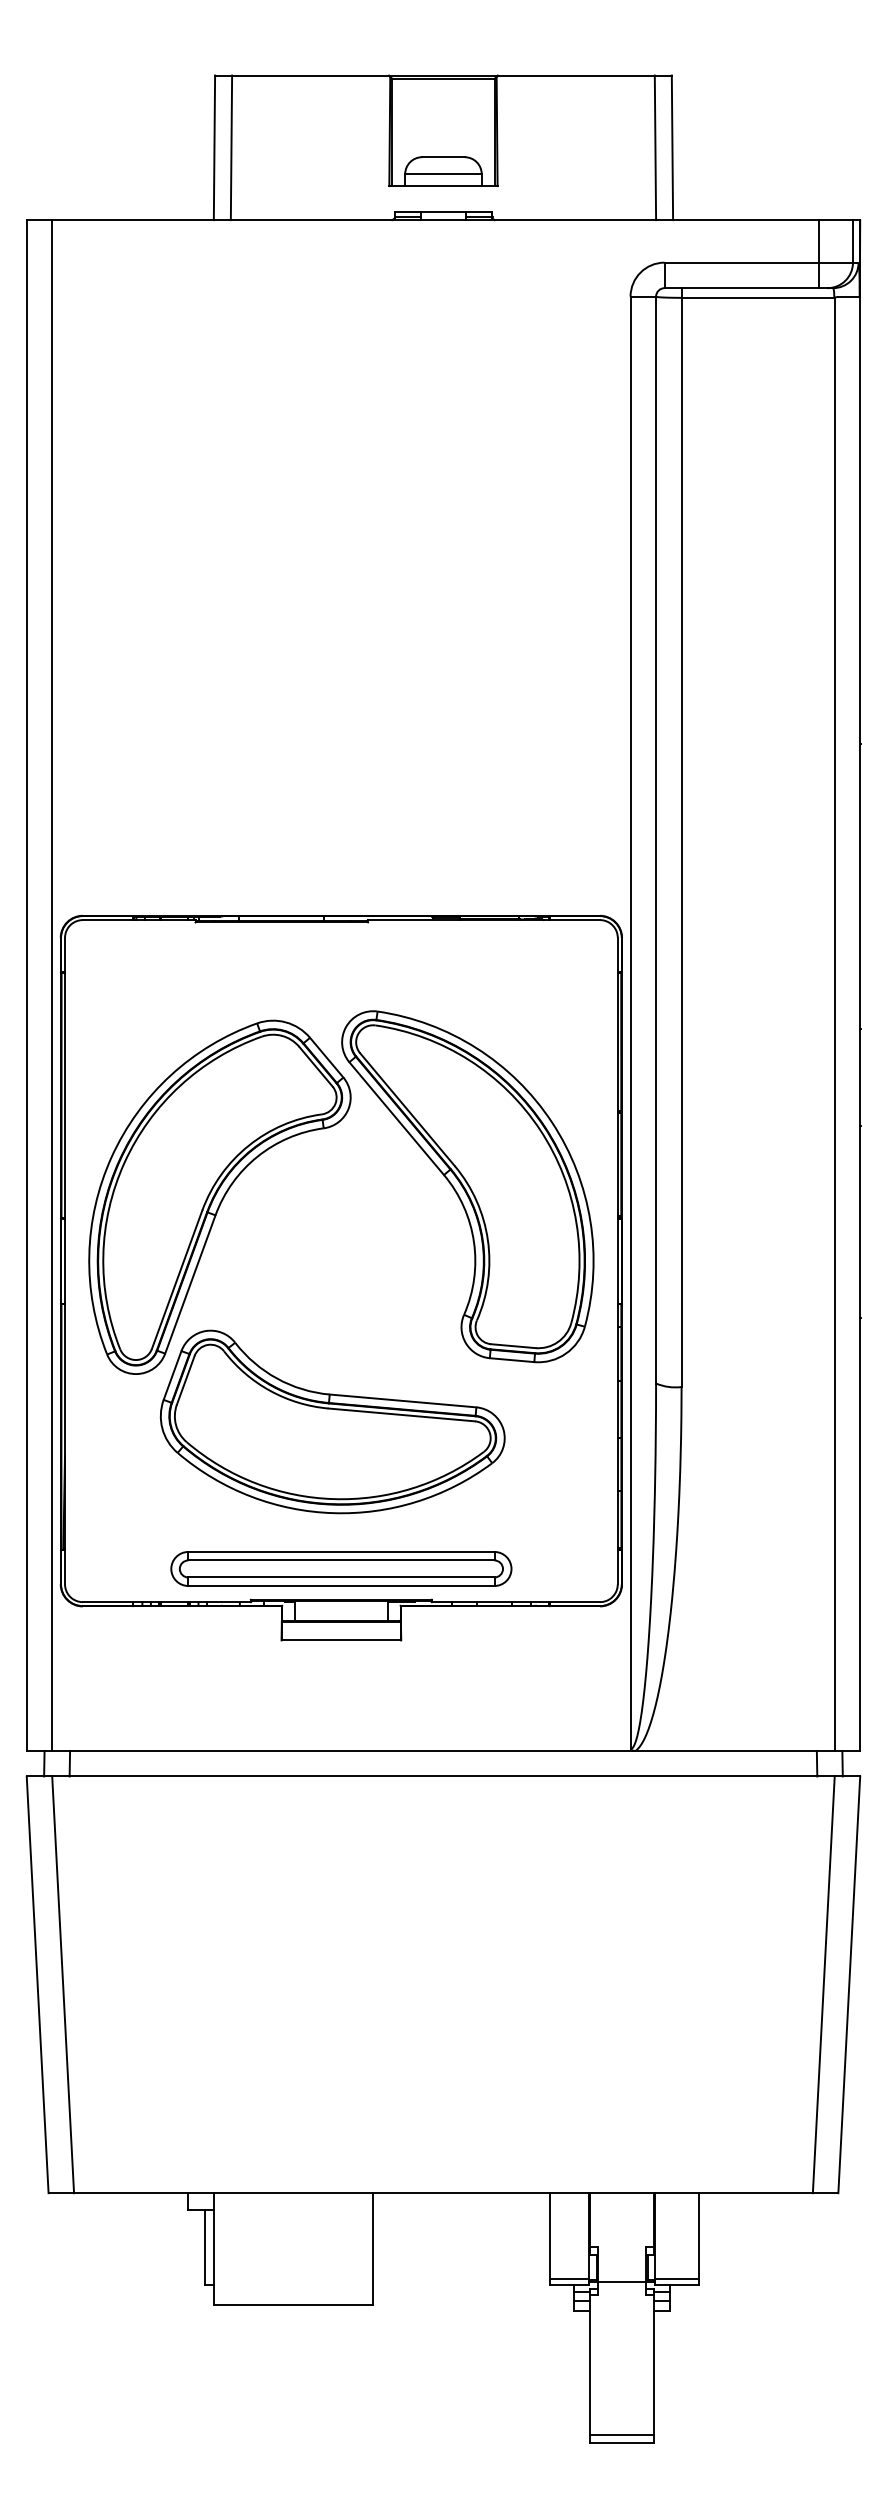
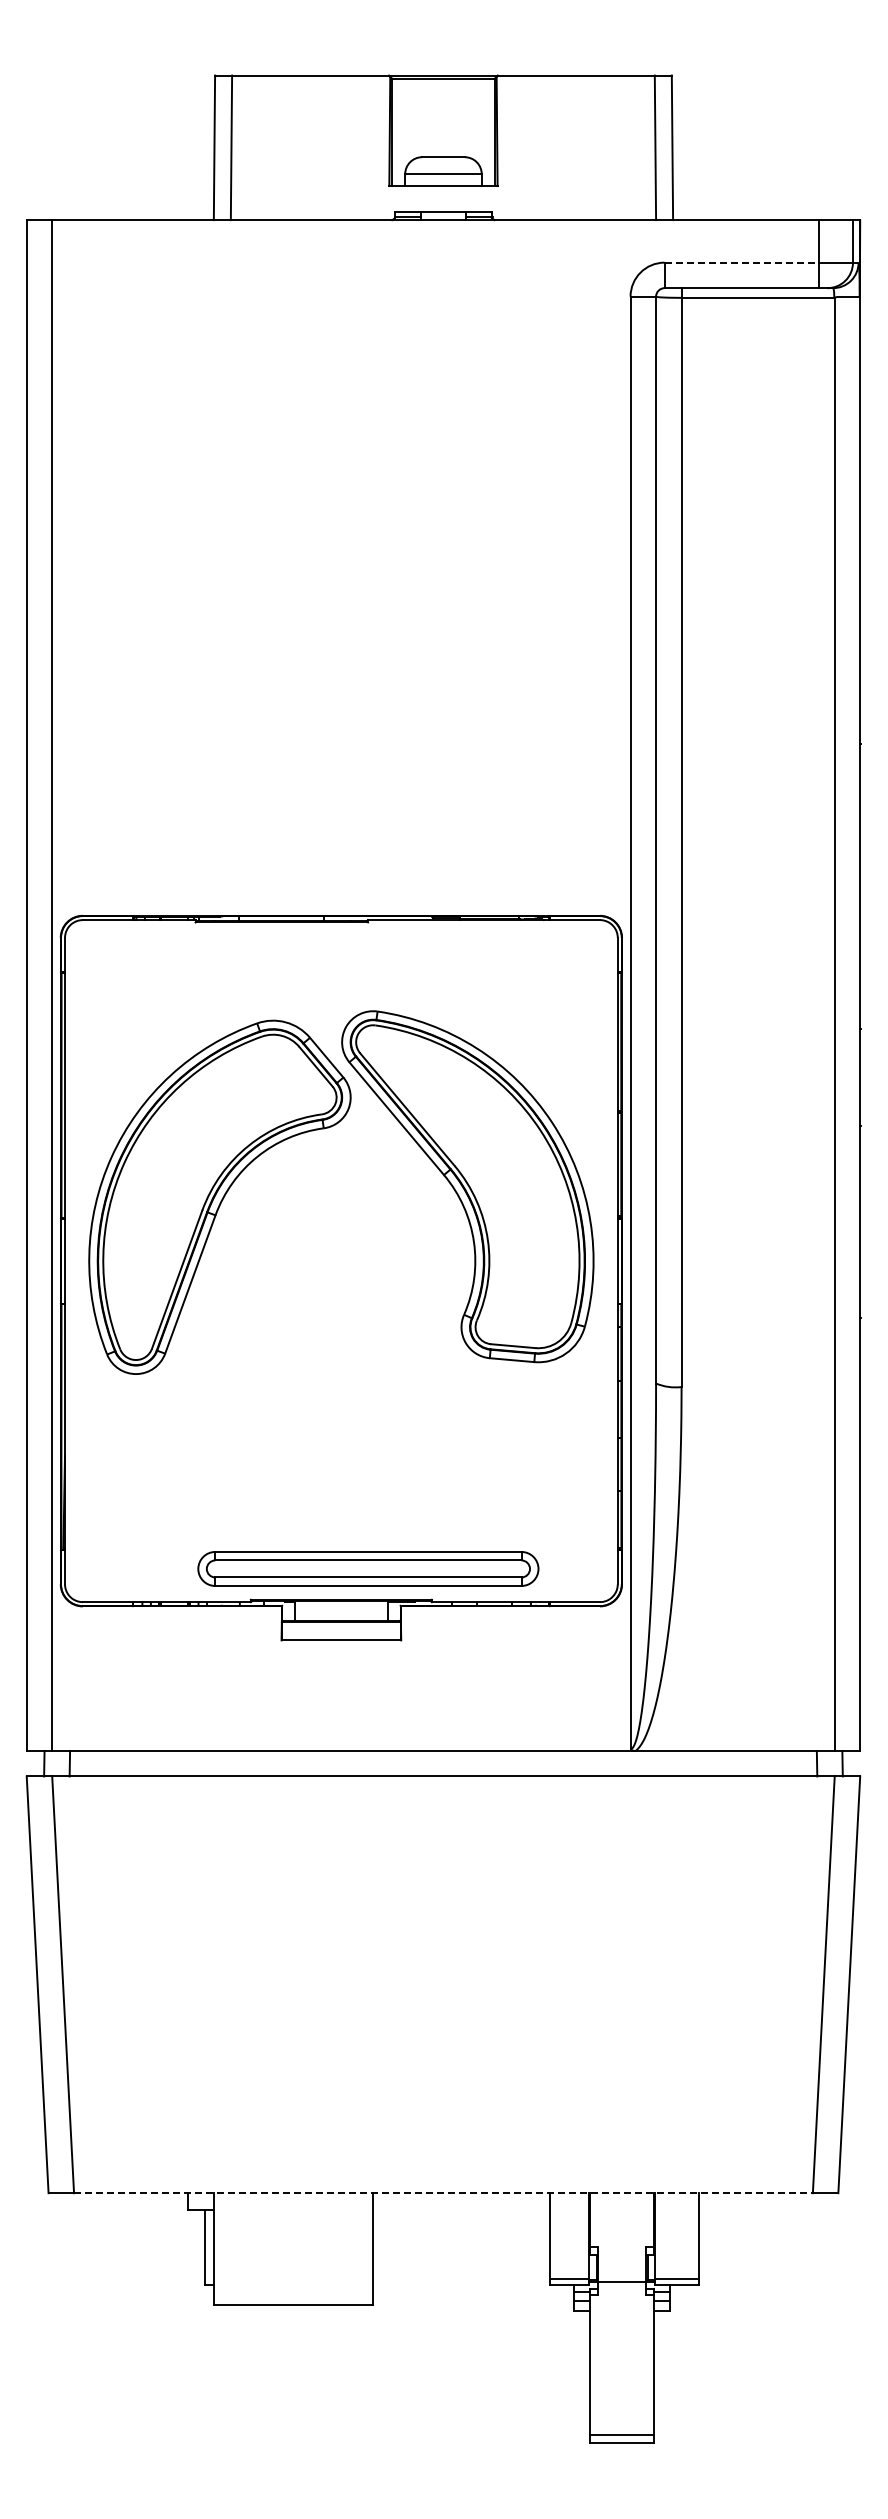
line at (742, 262): solid -> dashed
part at (332, 1421): present -> none
part at (341, 1568) position: (341, 1568) -> (368, 1568)
line at (443, 2193): solid -> dashed
